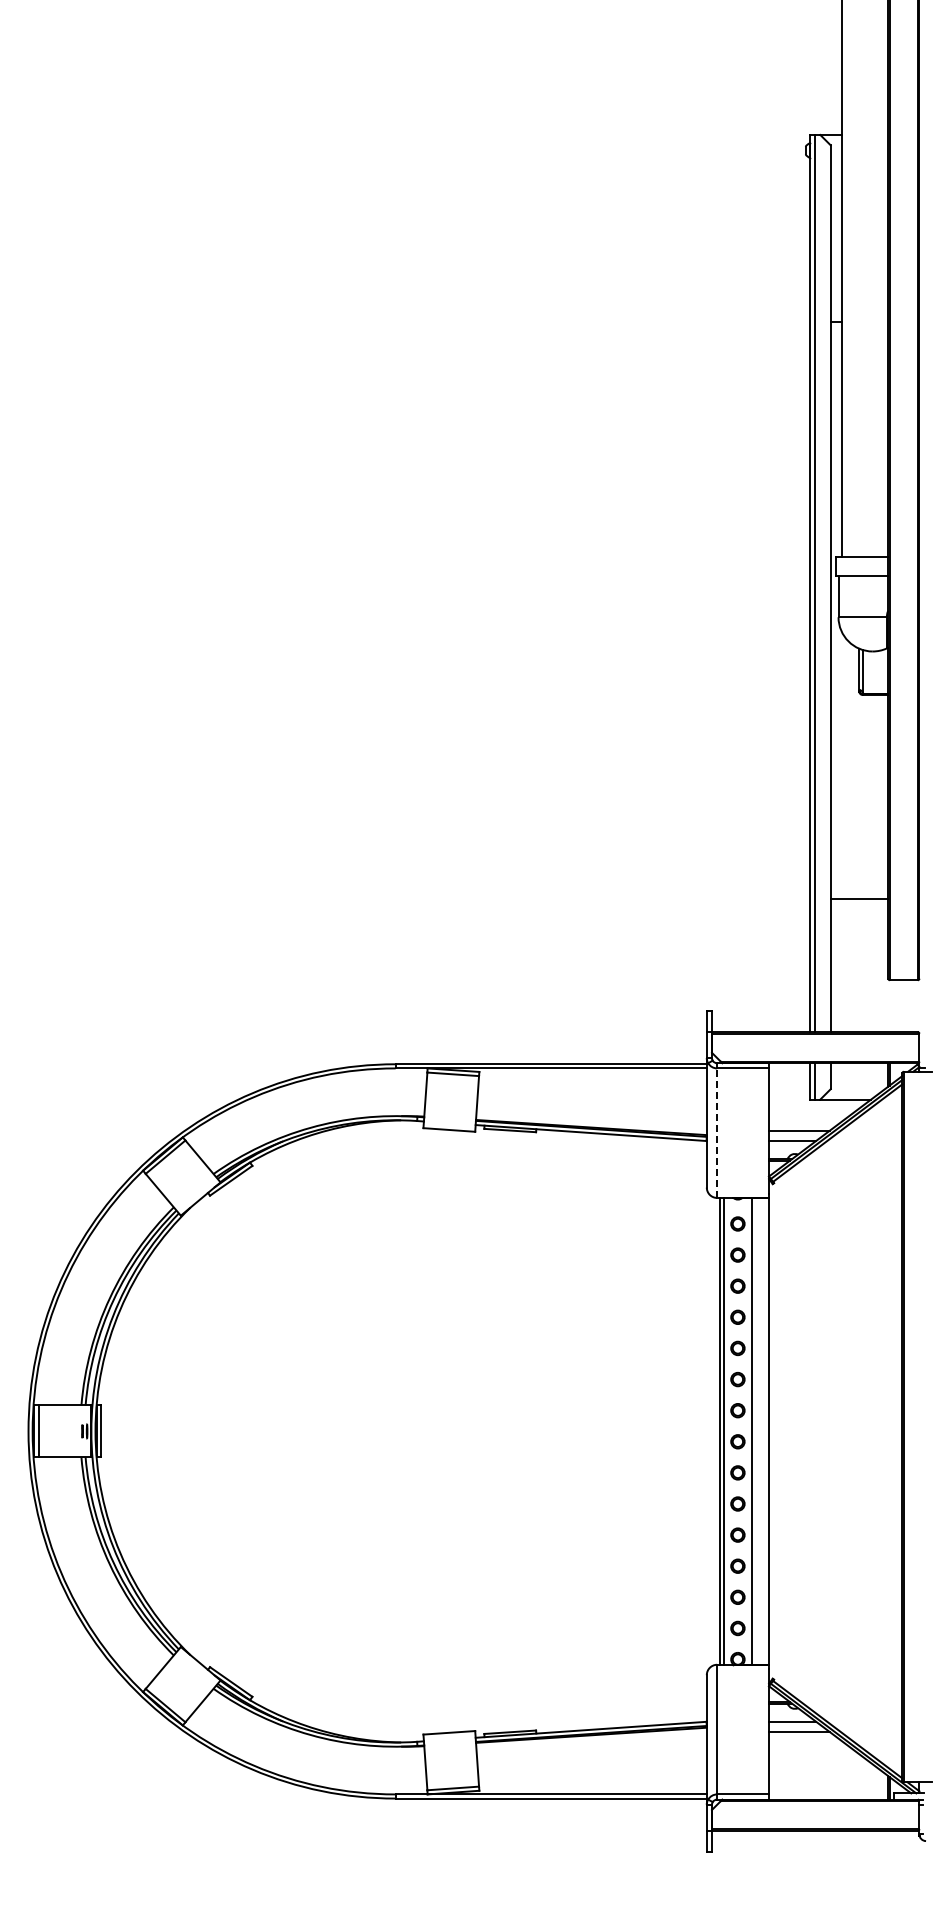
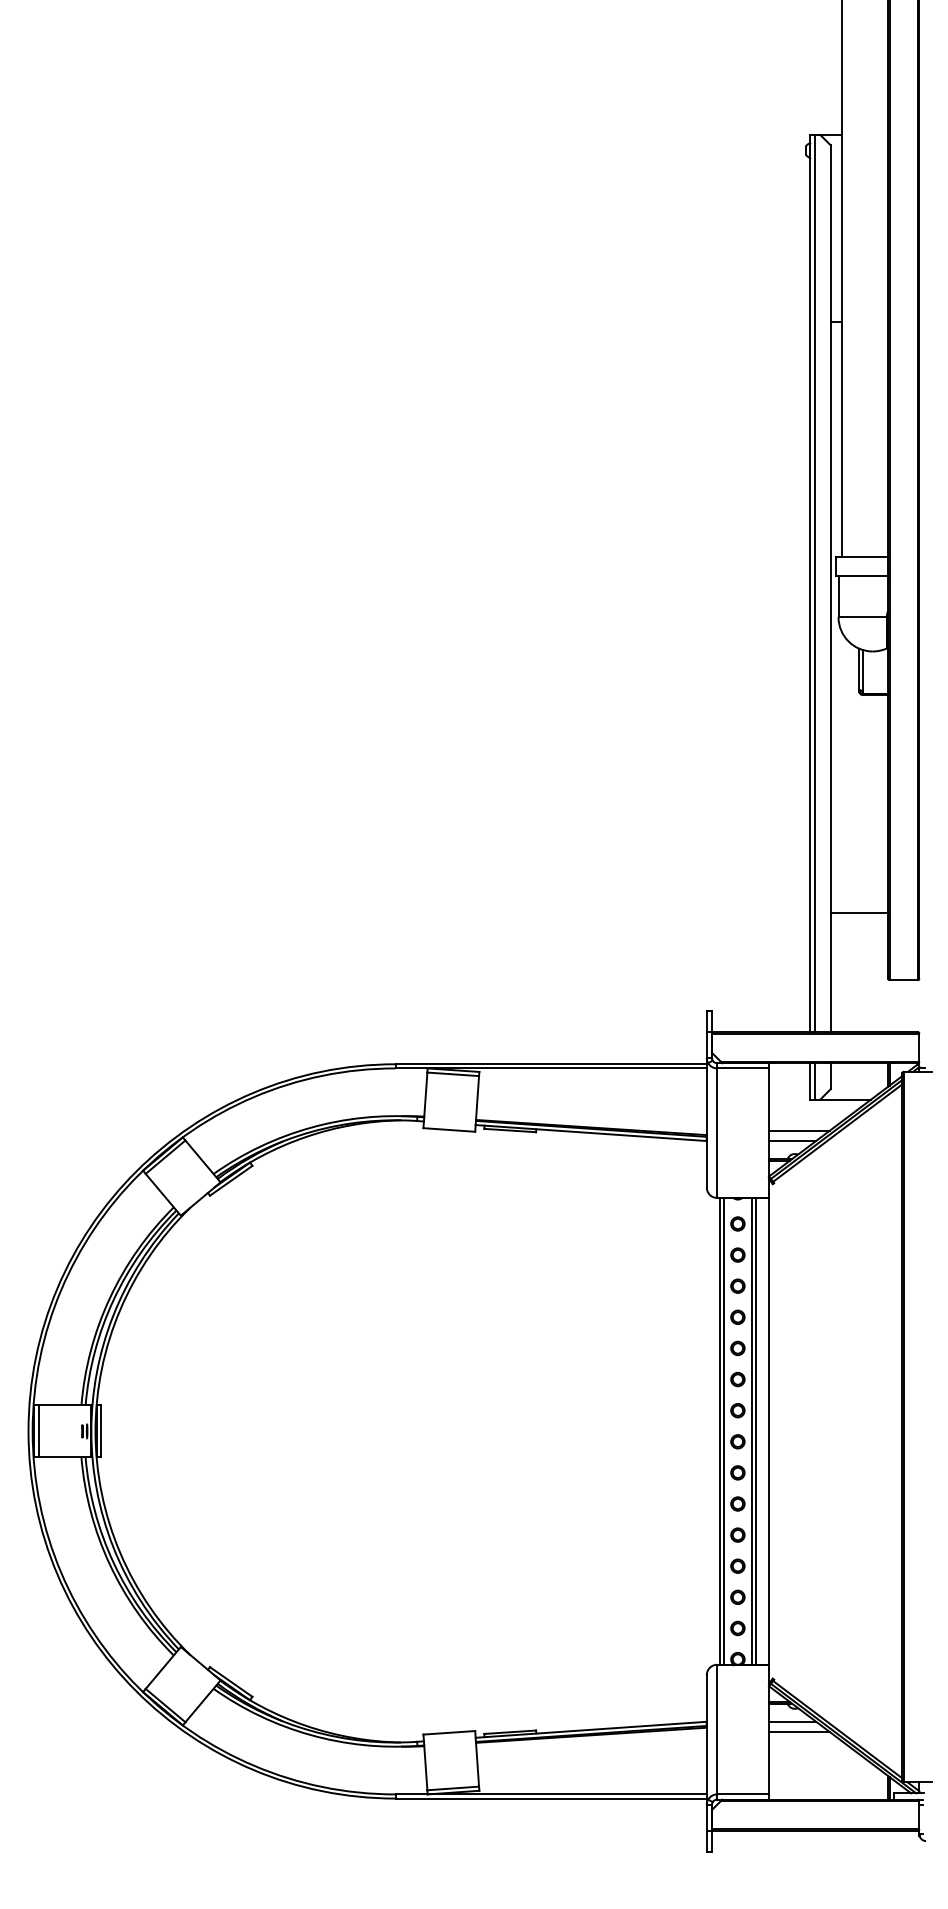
line at (859, 898) position: (859, 898) -> (859, 912)
line at (717, 1133): dashed -> solid
line at (756, 1431): none -> present
